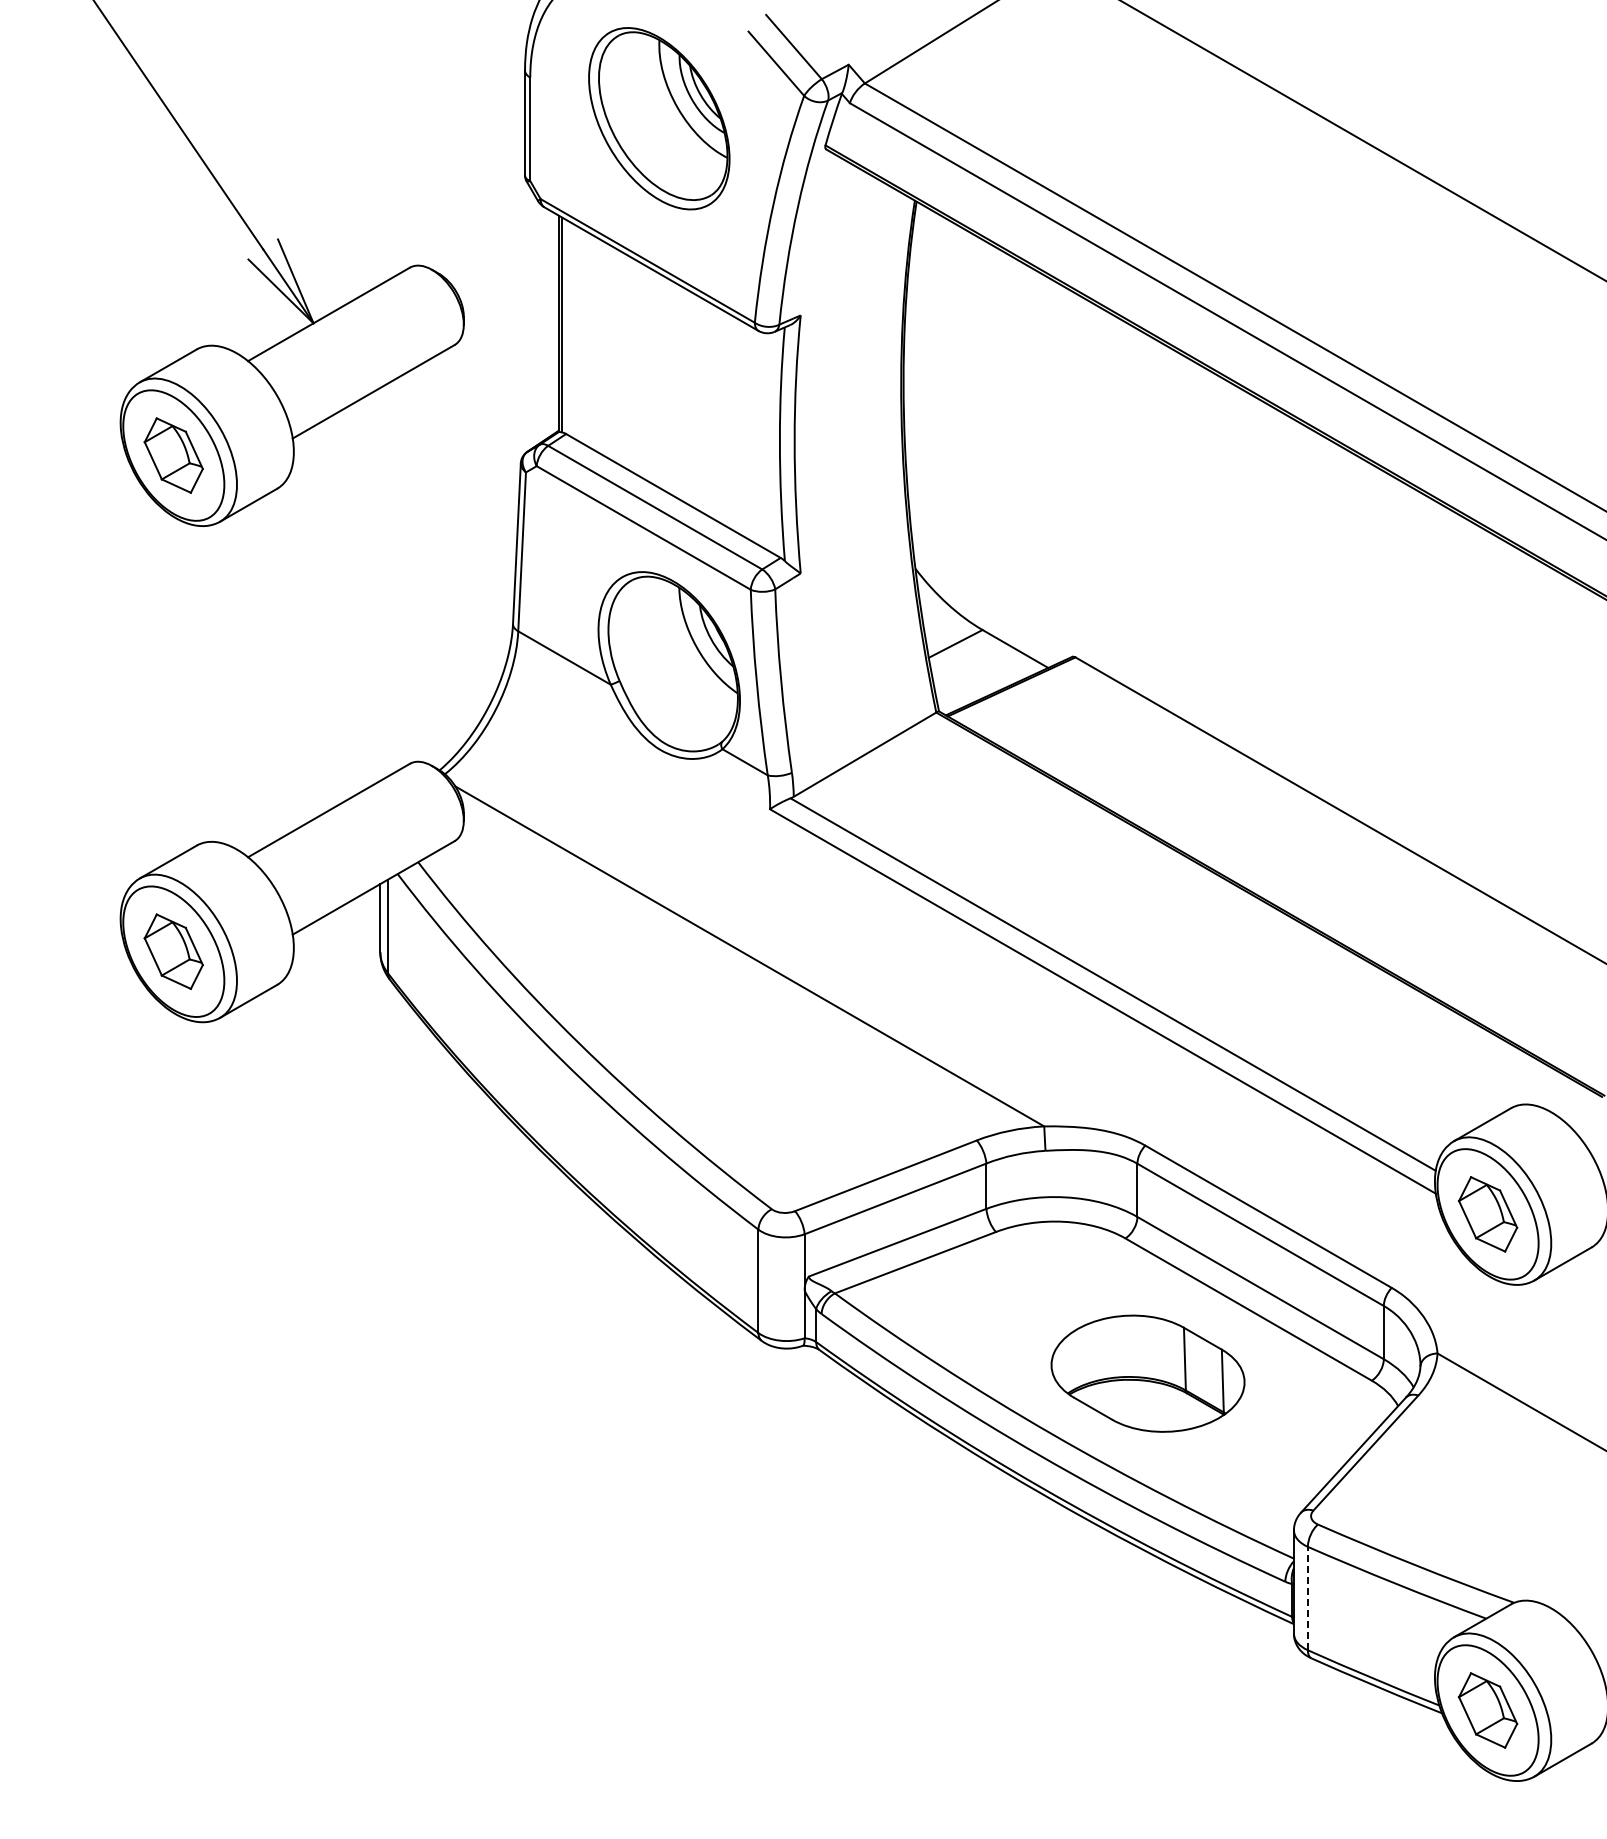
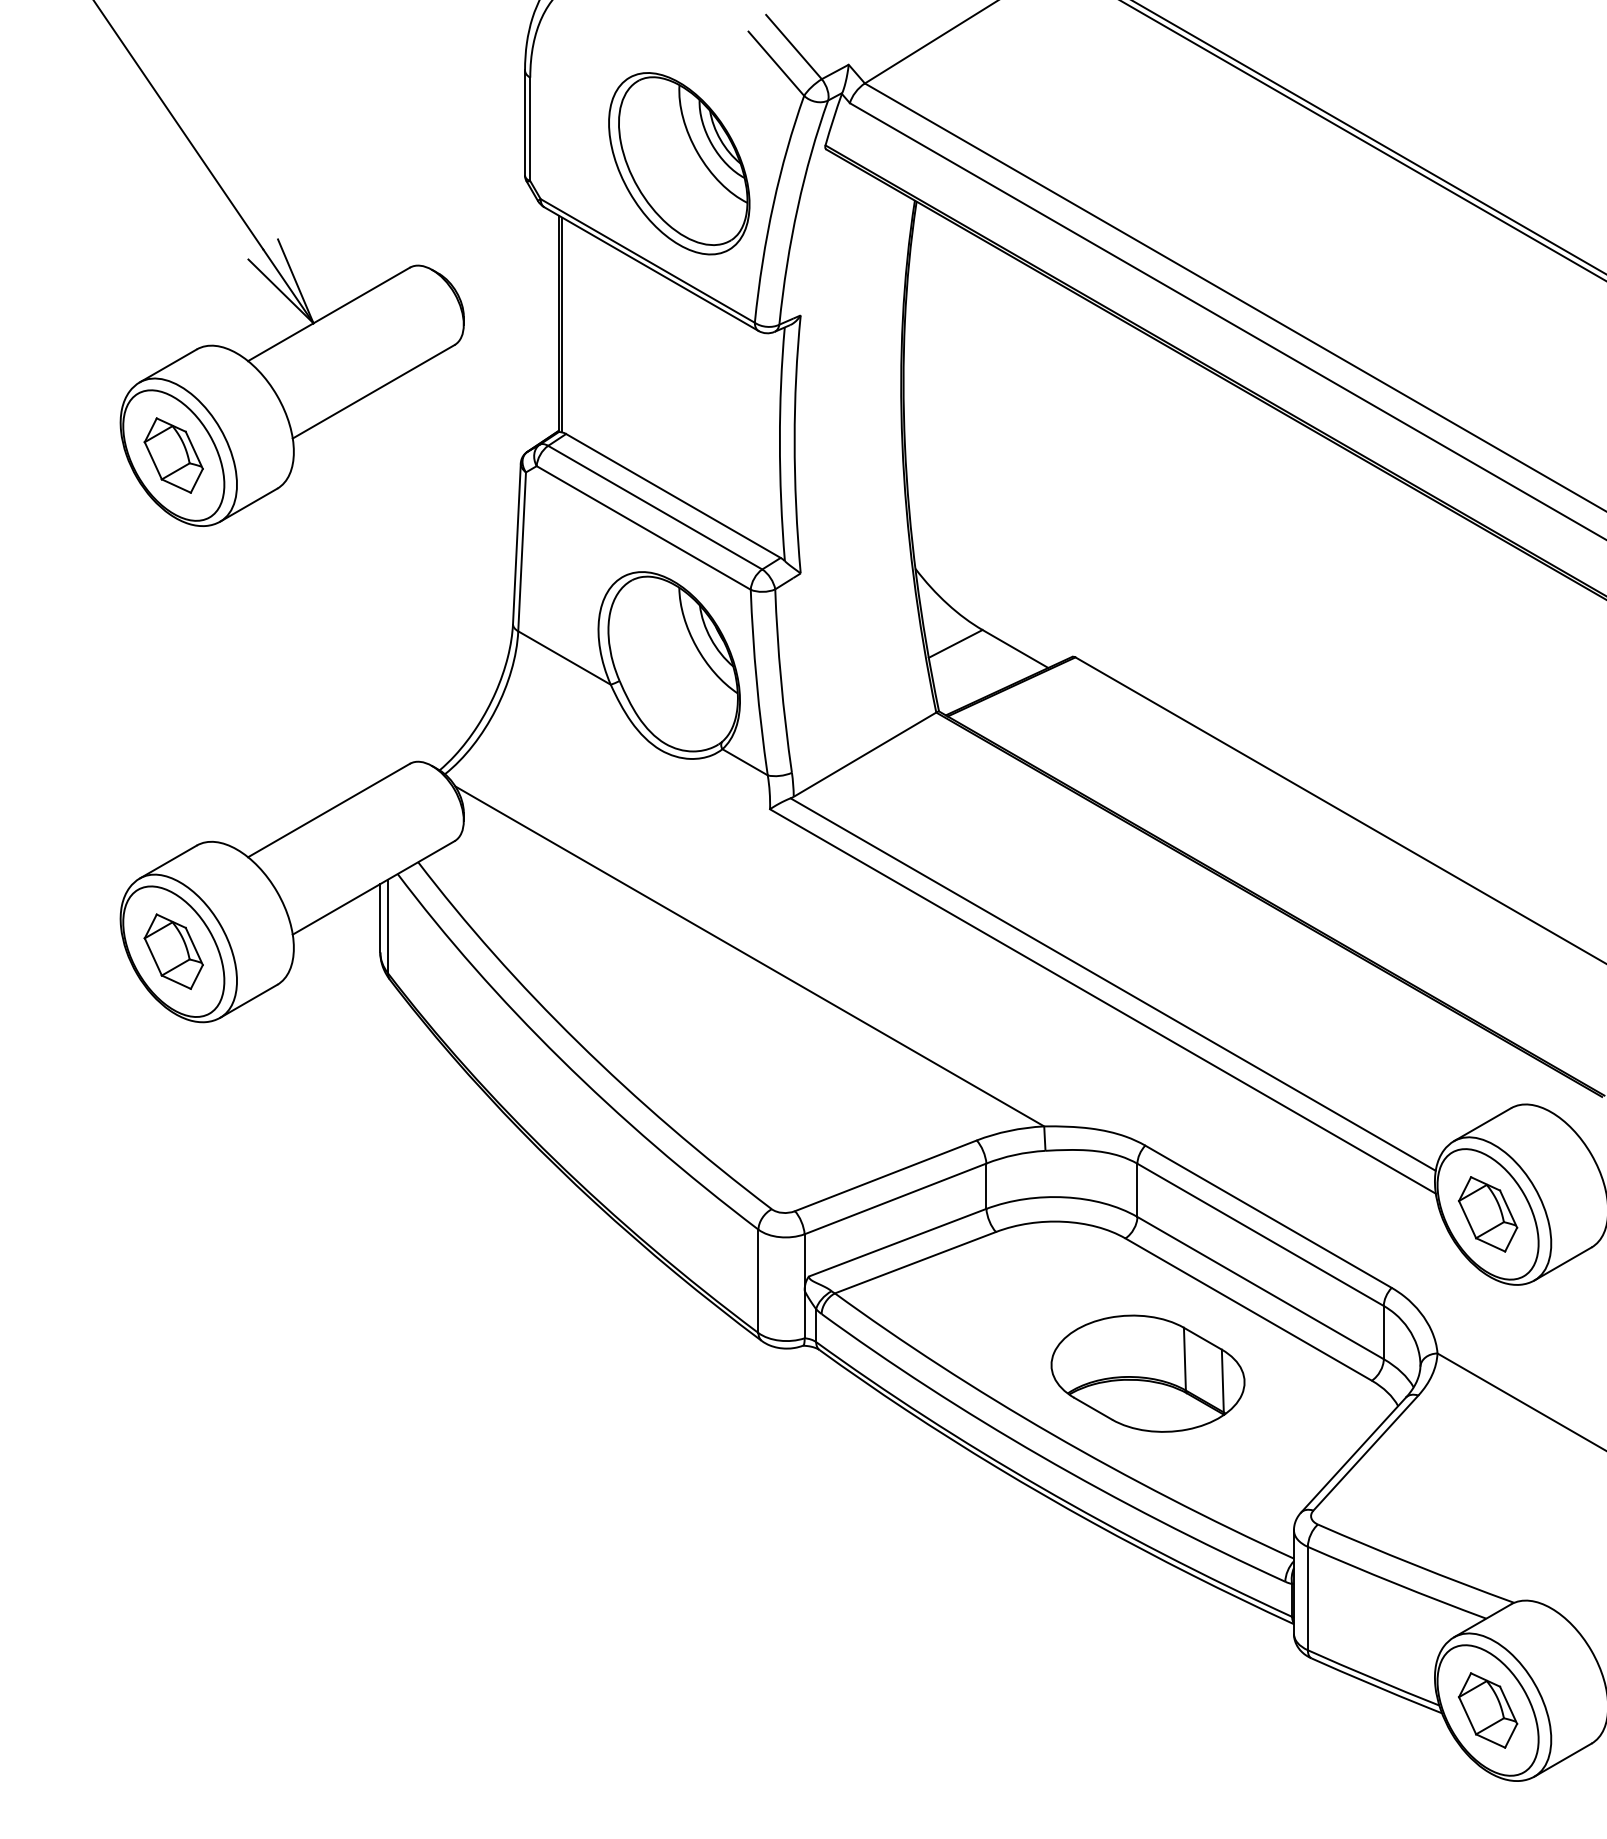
part at (659, 118) position: (659, 118) -> (679, 163)
line at (1368, 137): none -> present
line at (1307, 1598): dashed -> solid
